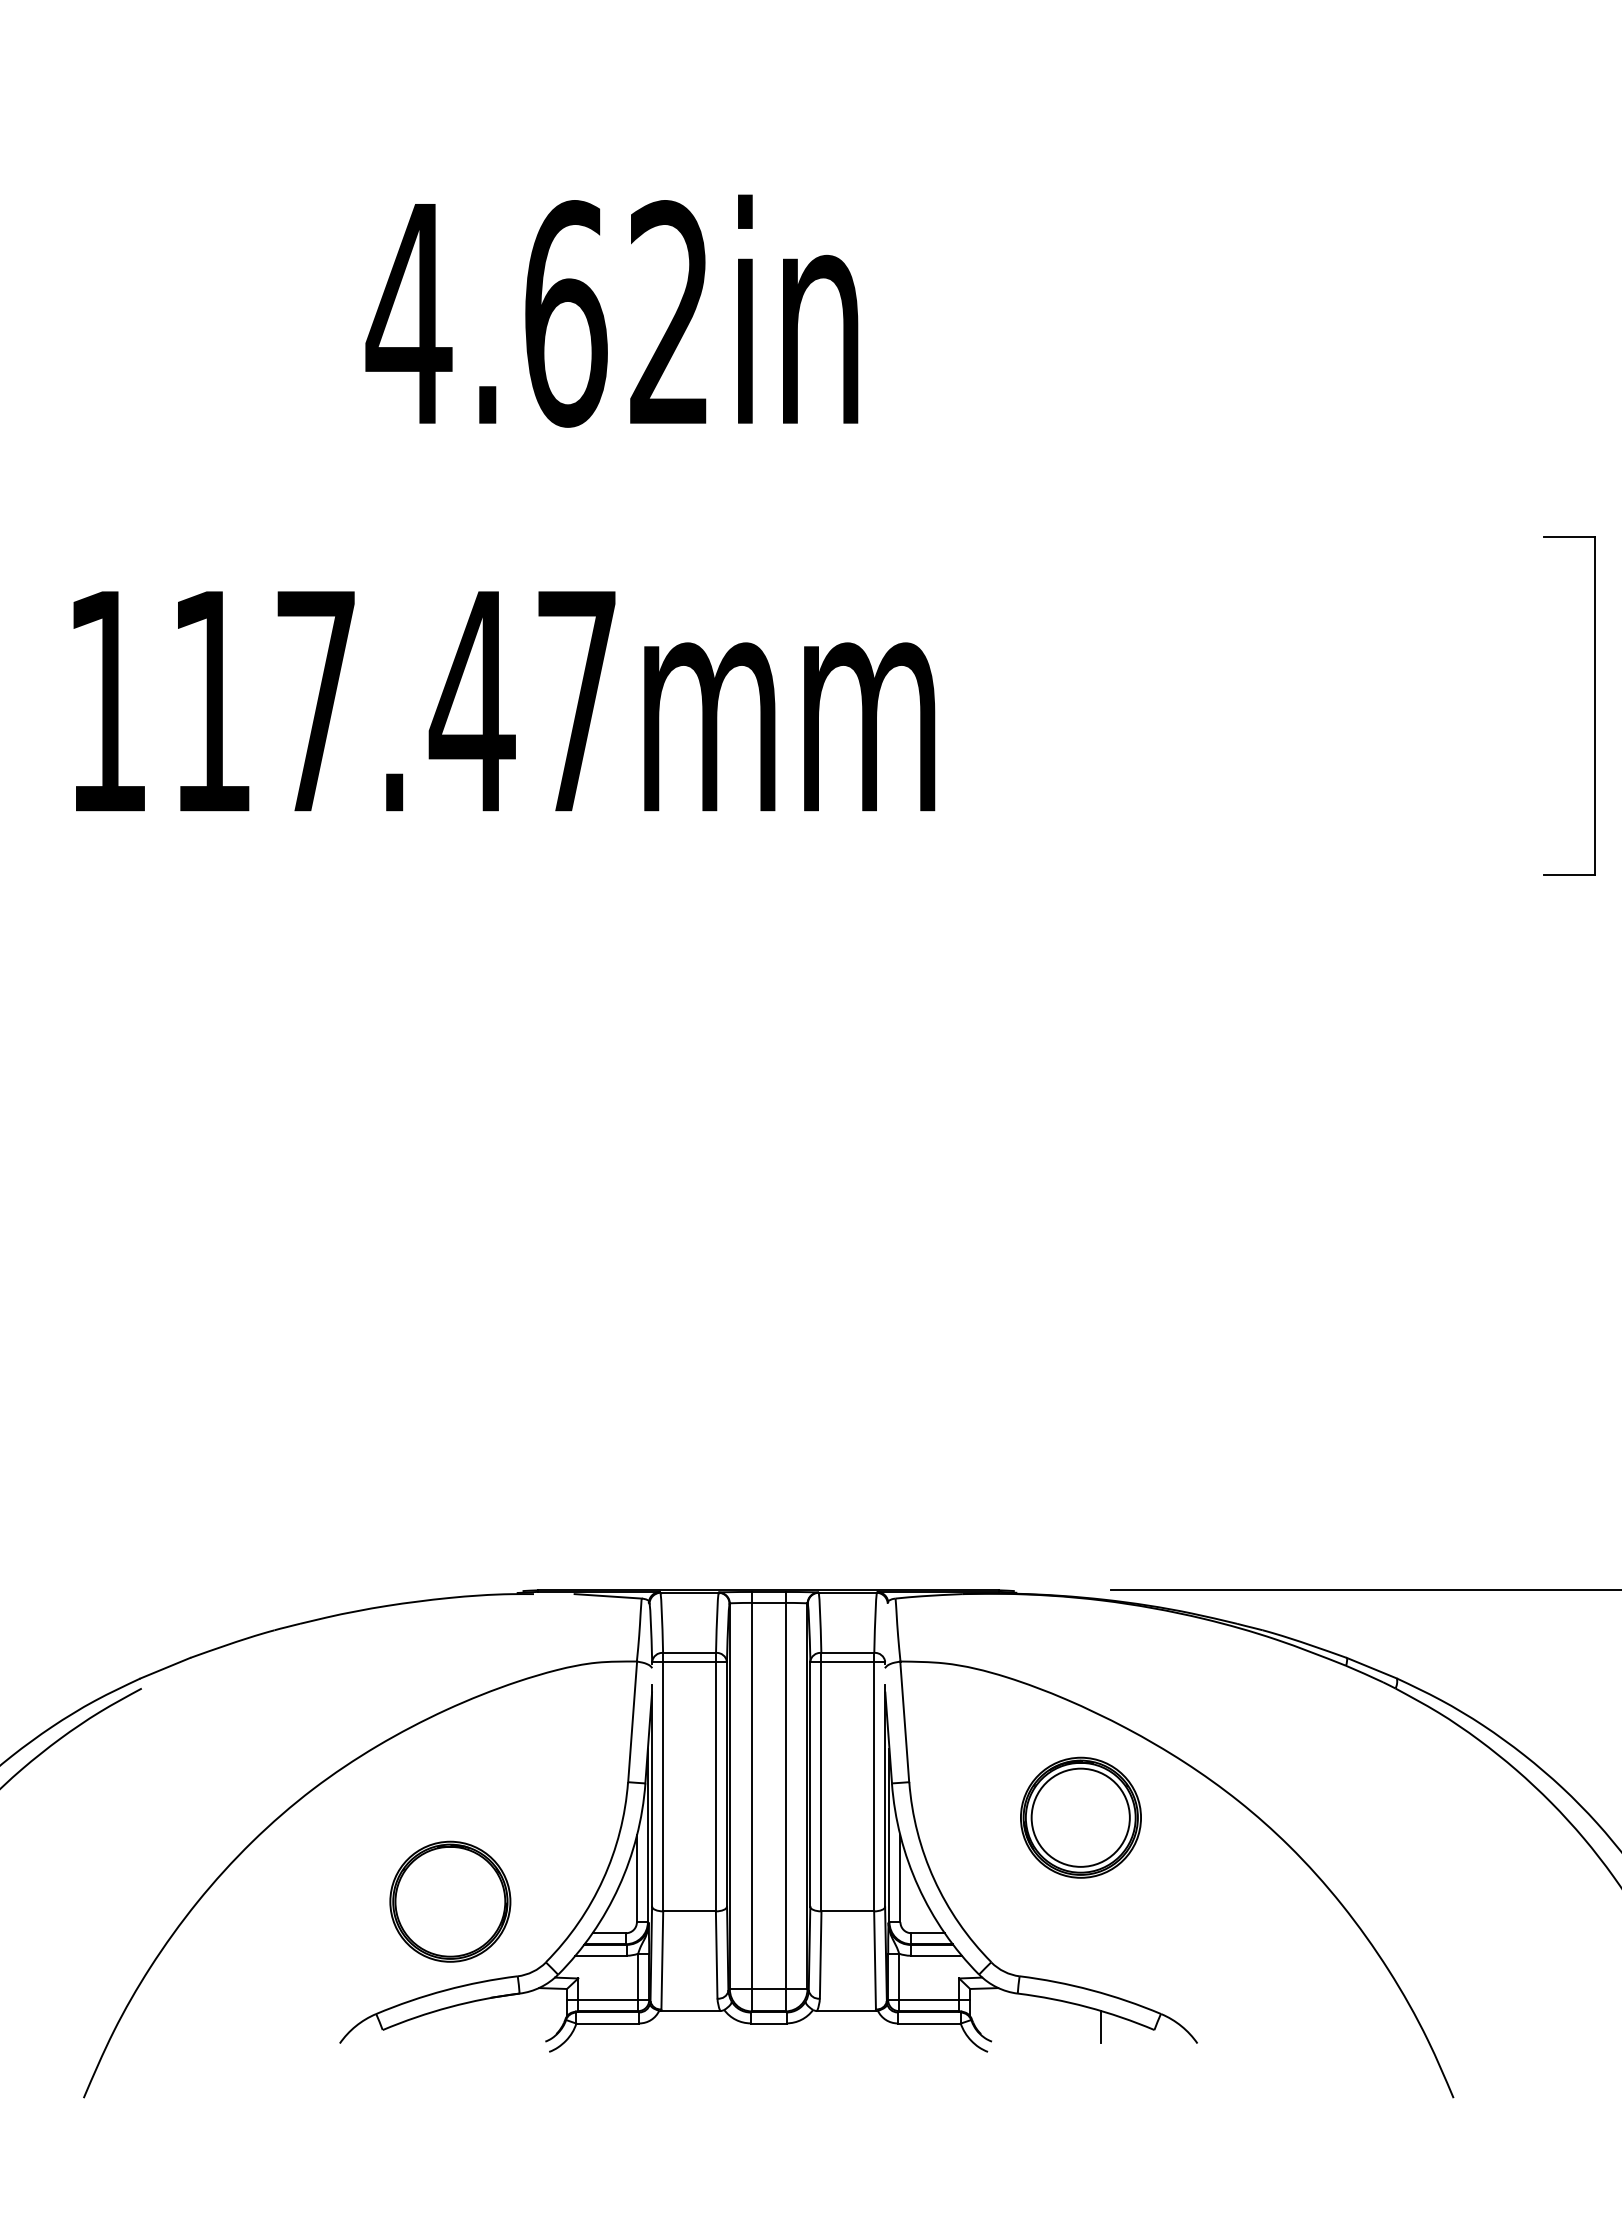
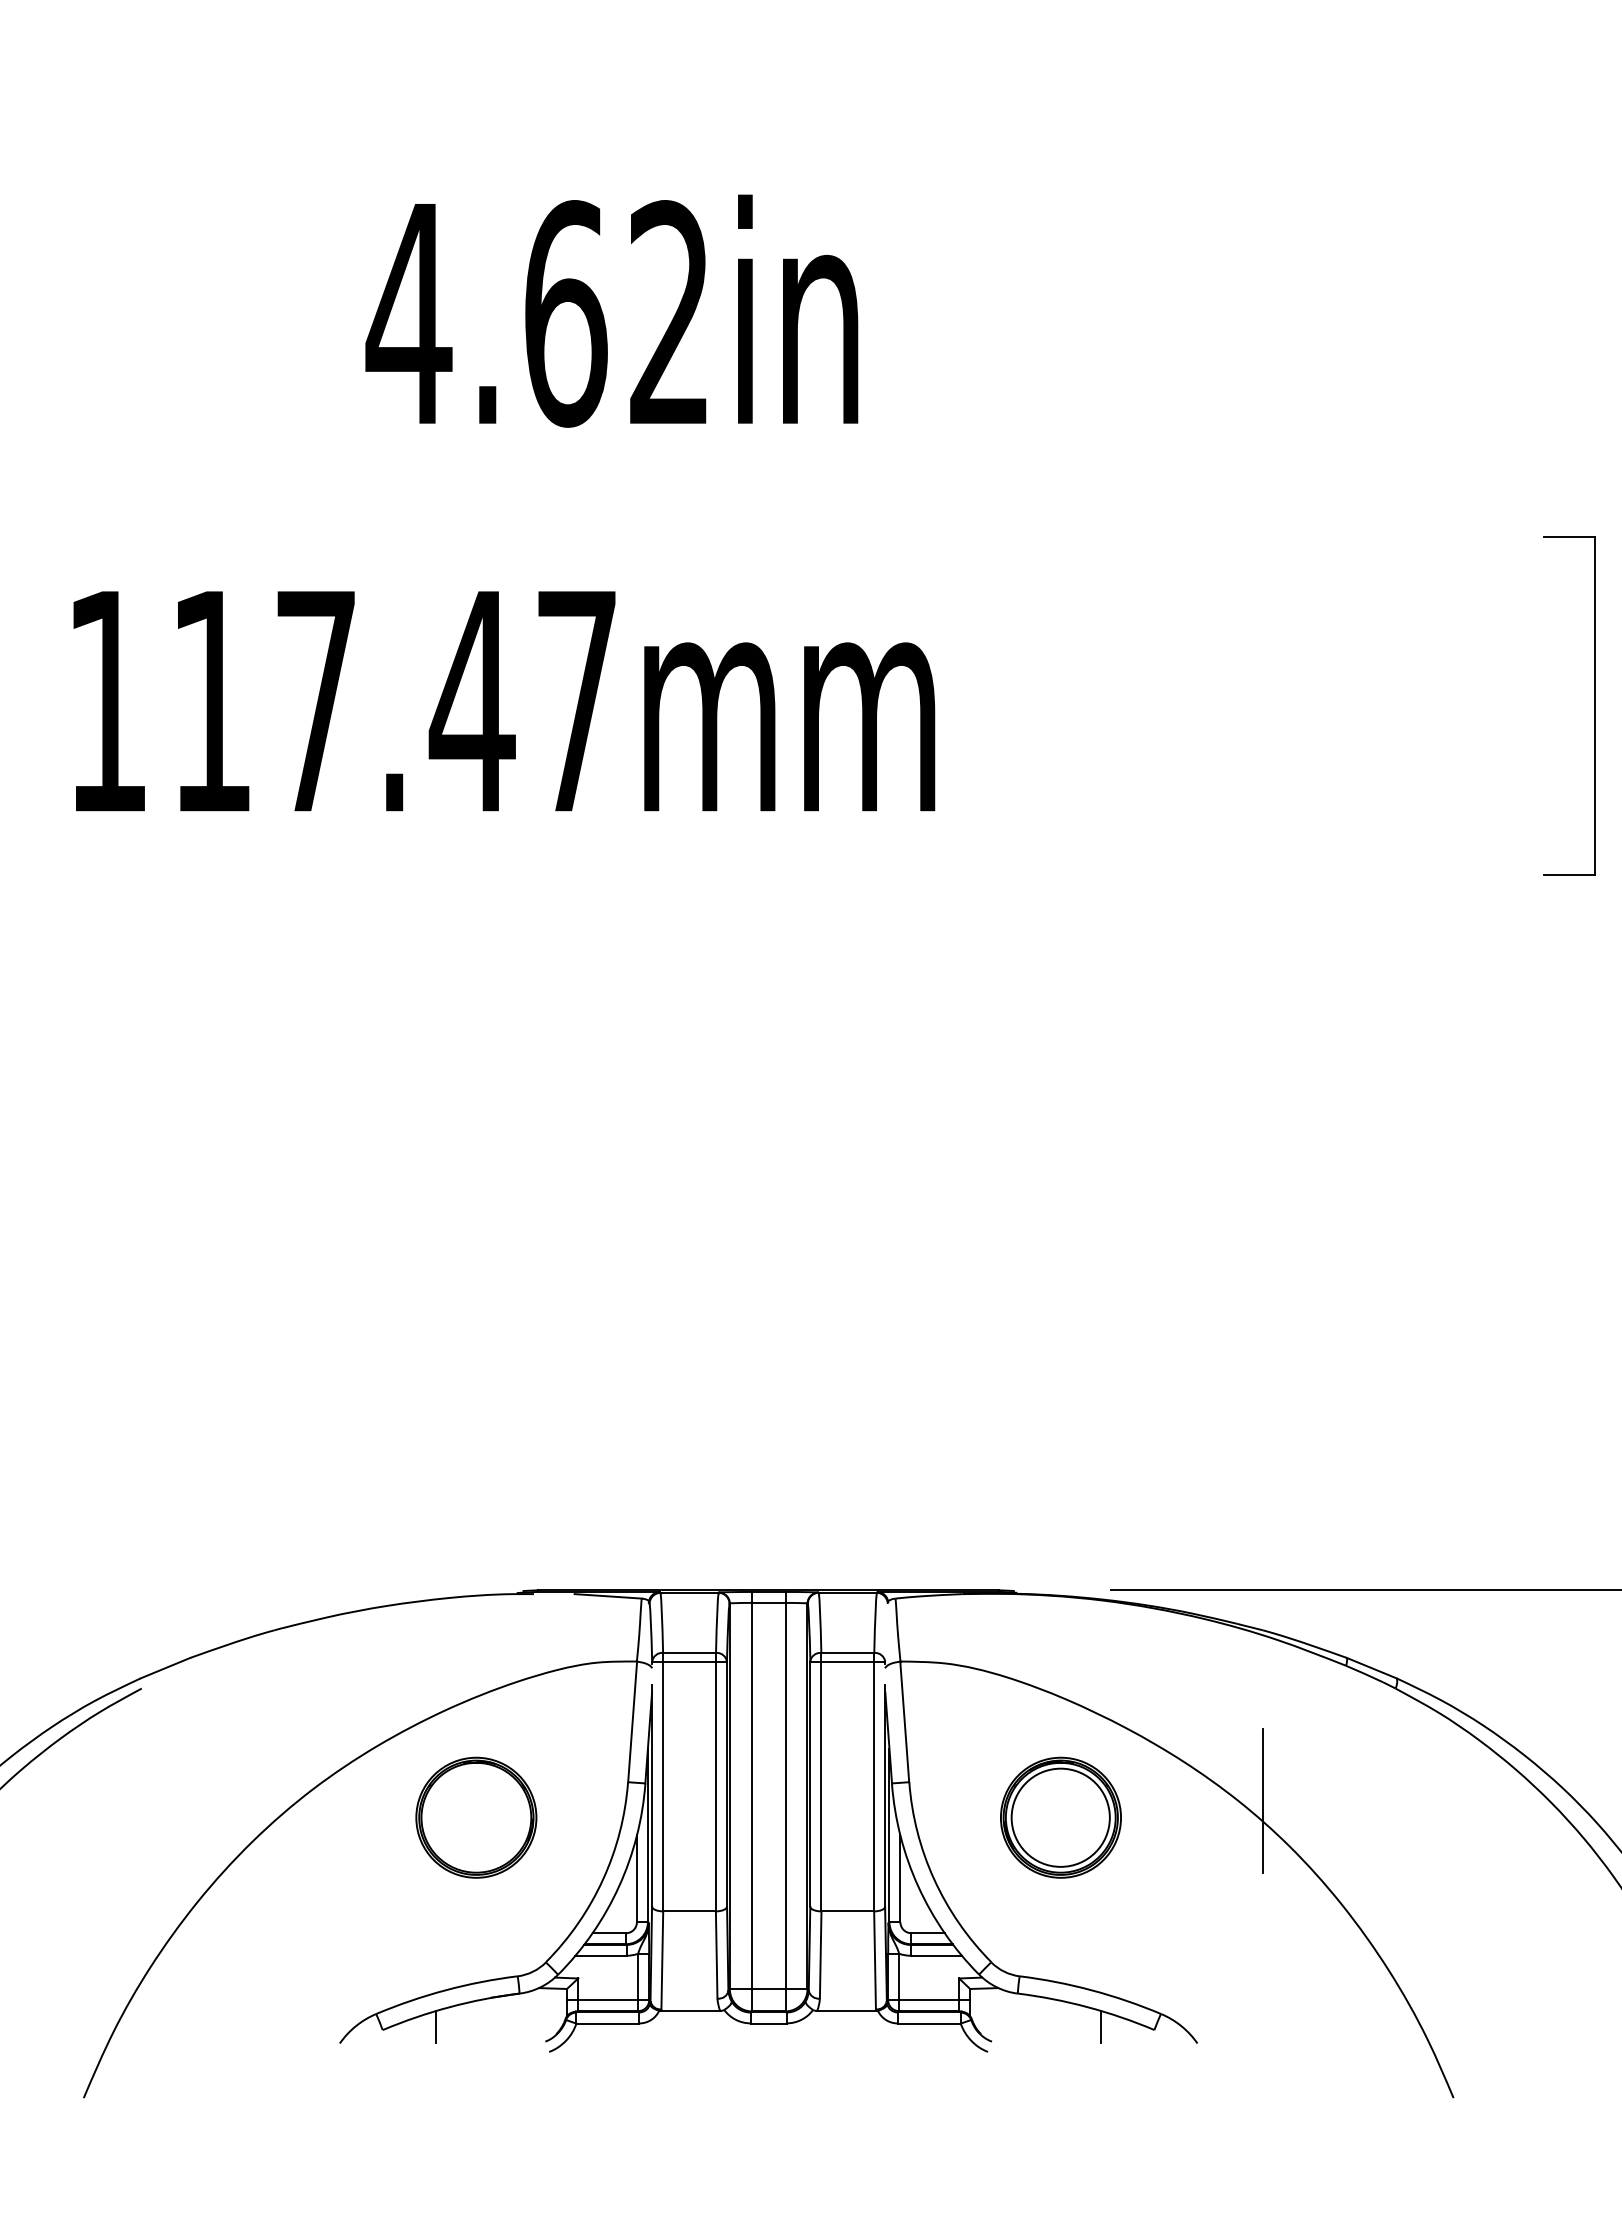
line at (1263, 1800): none -> present
part at (1080, 1817) position: (1080, 1817) -> (1060, 1817)
part at (450, 1901) position: (450, 1901) -> (476, 1817)
line at (436, 2027): none -> present
